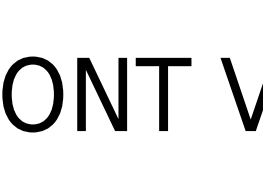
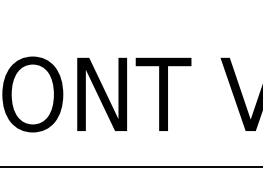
line at (130, 166): none -> present
